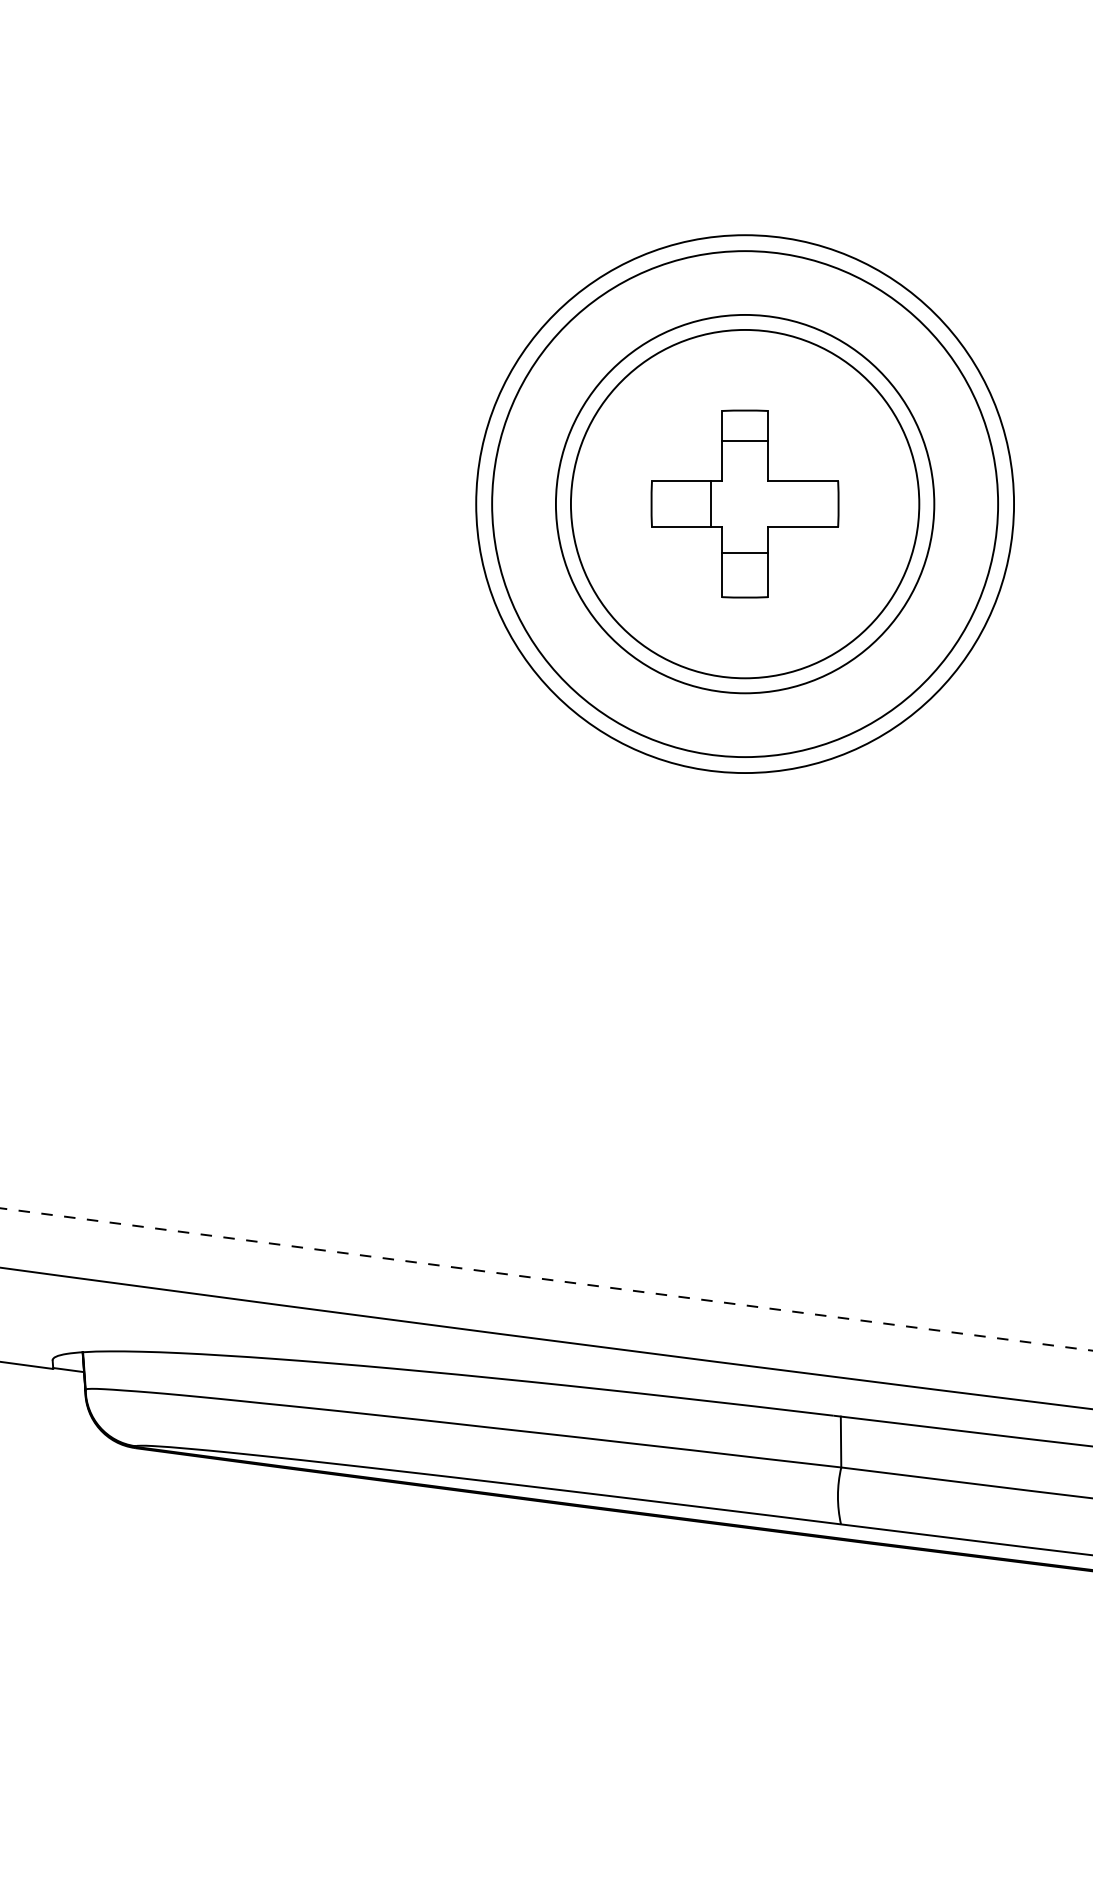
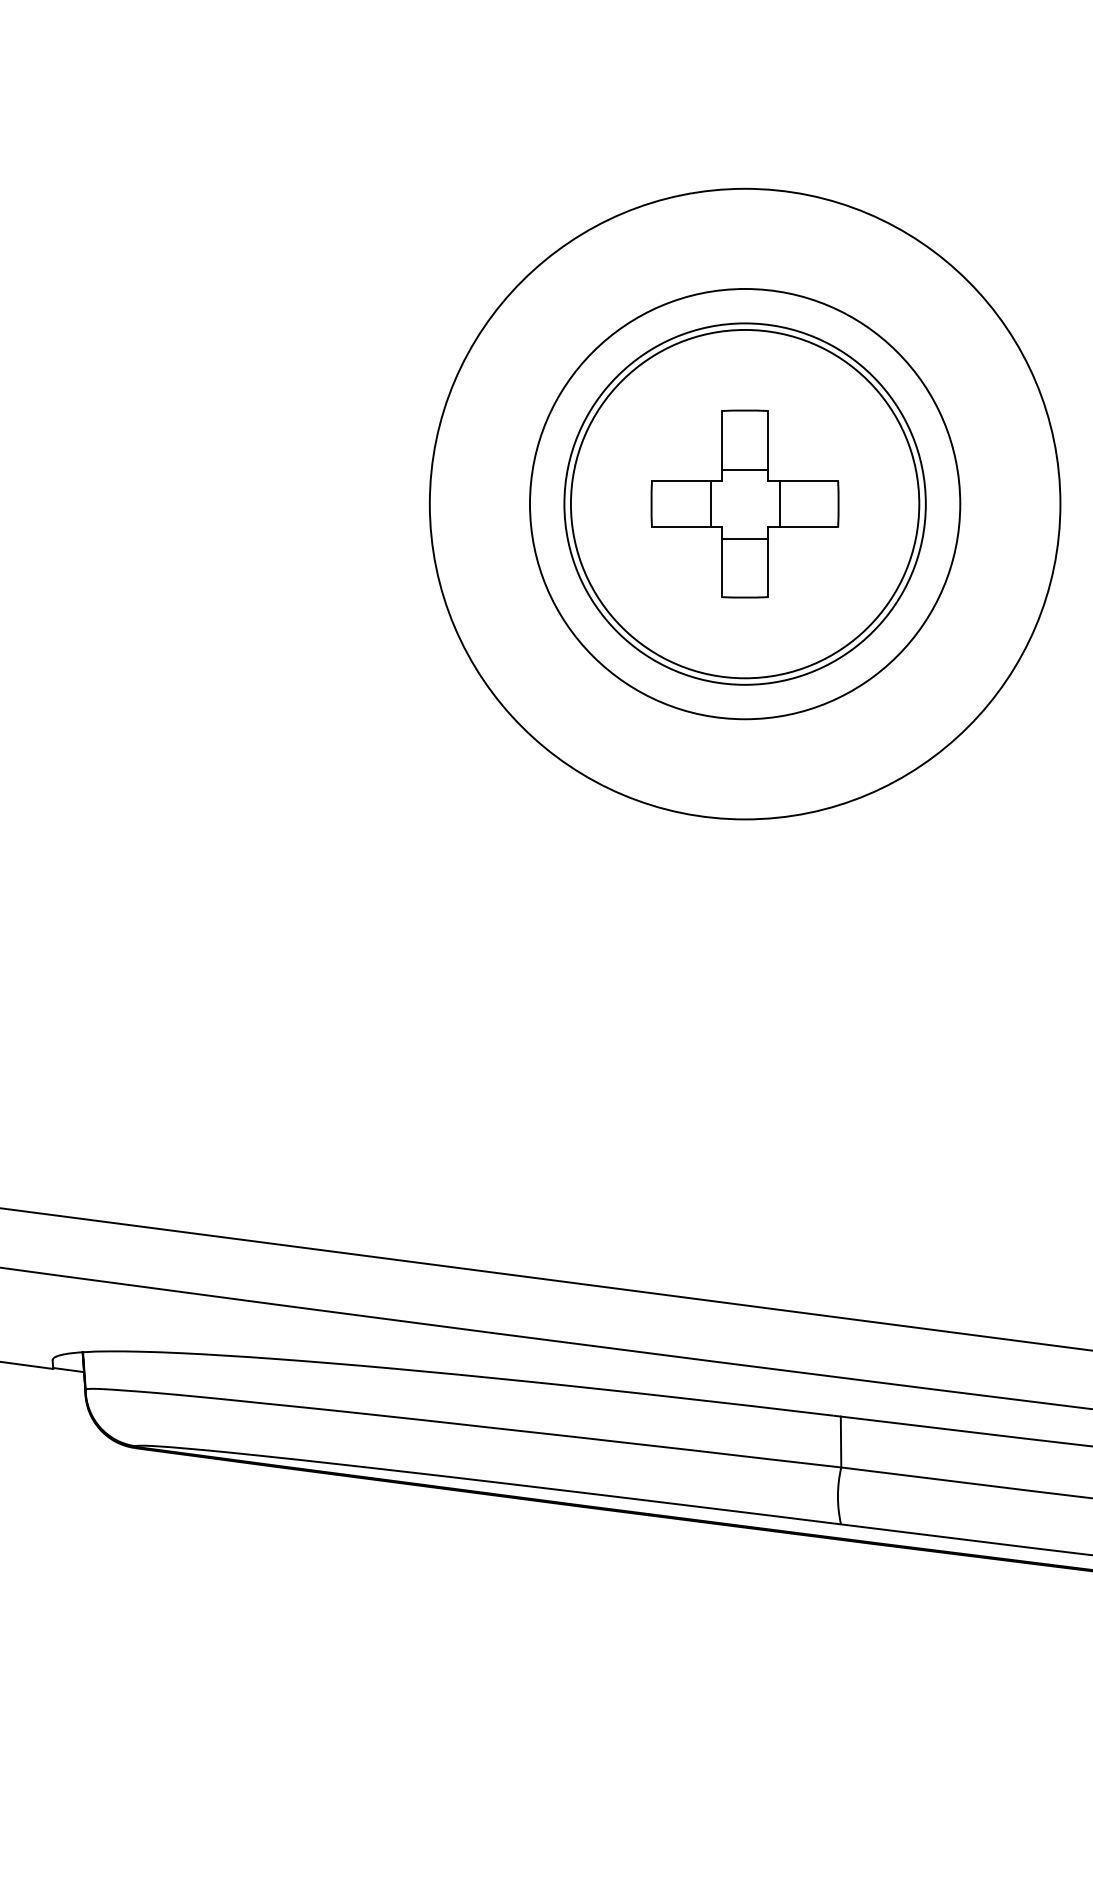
line at (745, 440) position: (745, 440) -> (745, 469)
circle at (744, 503) diameter: 378 px -> 631 px
circle at (745, 504) diameter: 506 px -> 361 px
circle at (745, 504) diameter: 538 px -> 430 px
line at (779, 504): none -> present
line at (745, 552) position: (745, 552) -> (745, 538)
line at (546, 1279): dashed -> solid
